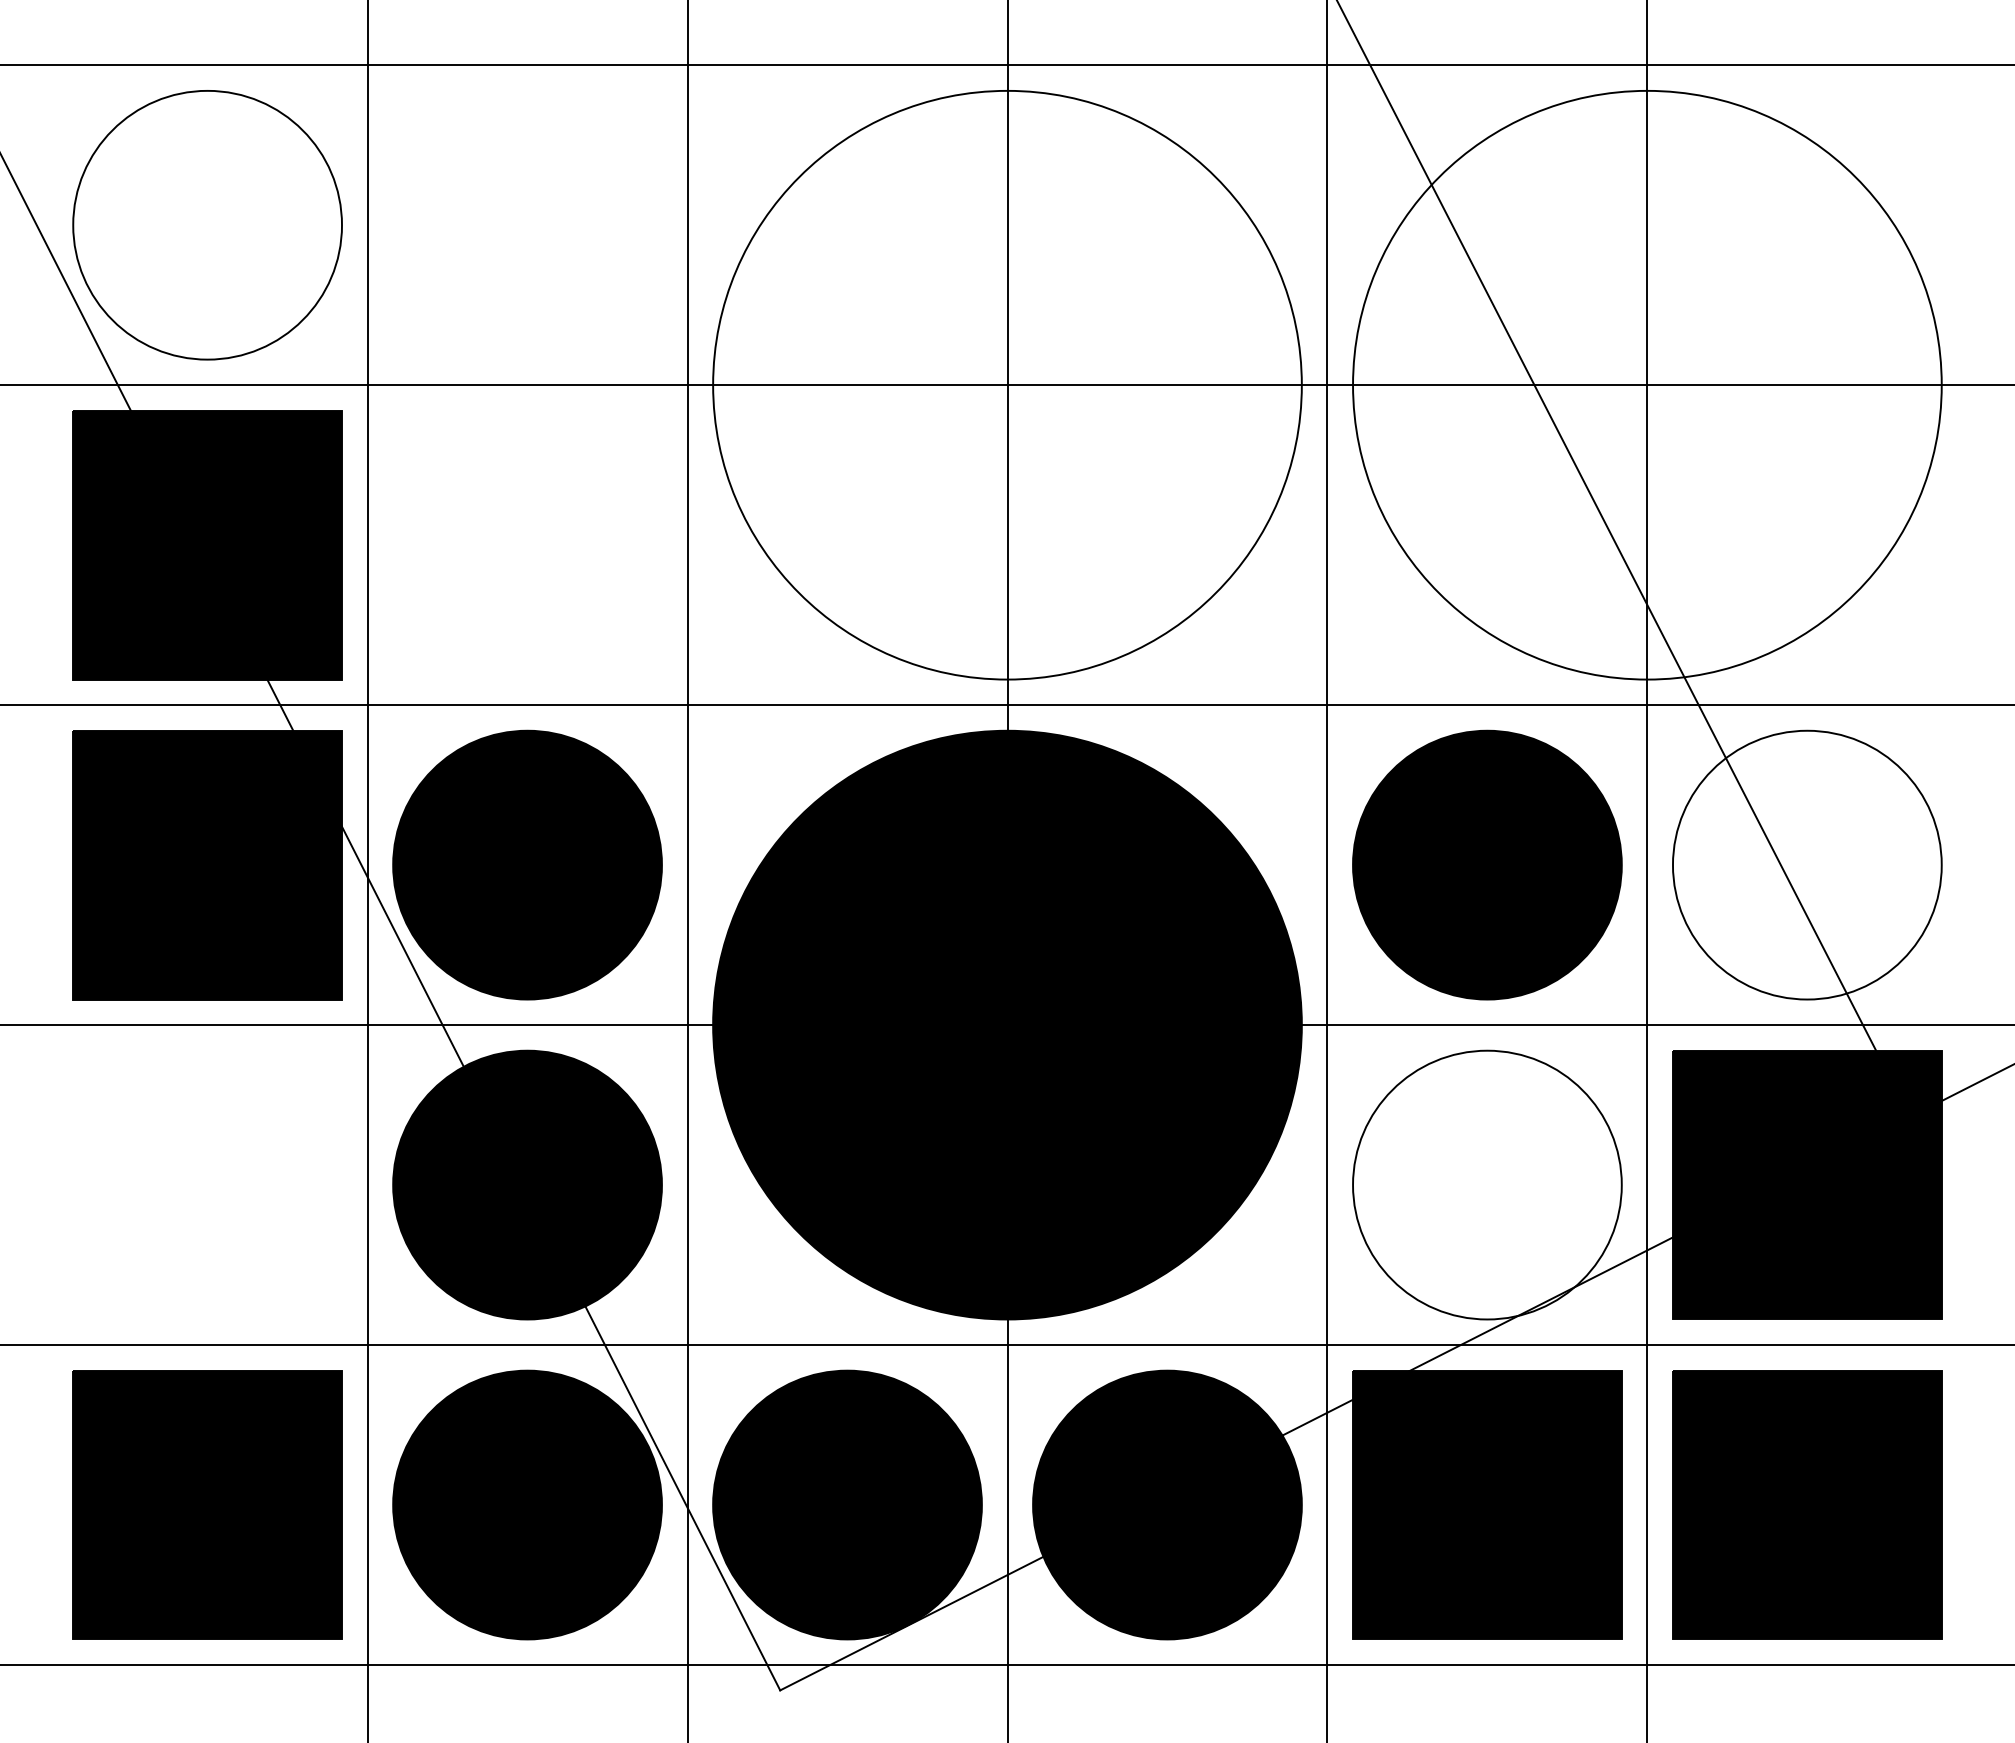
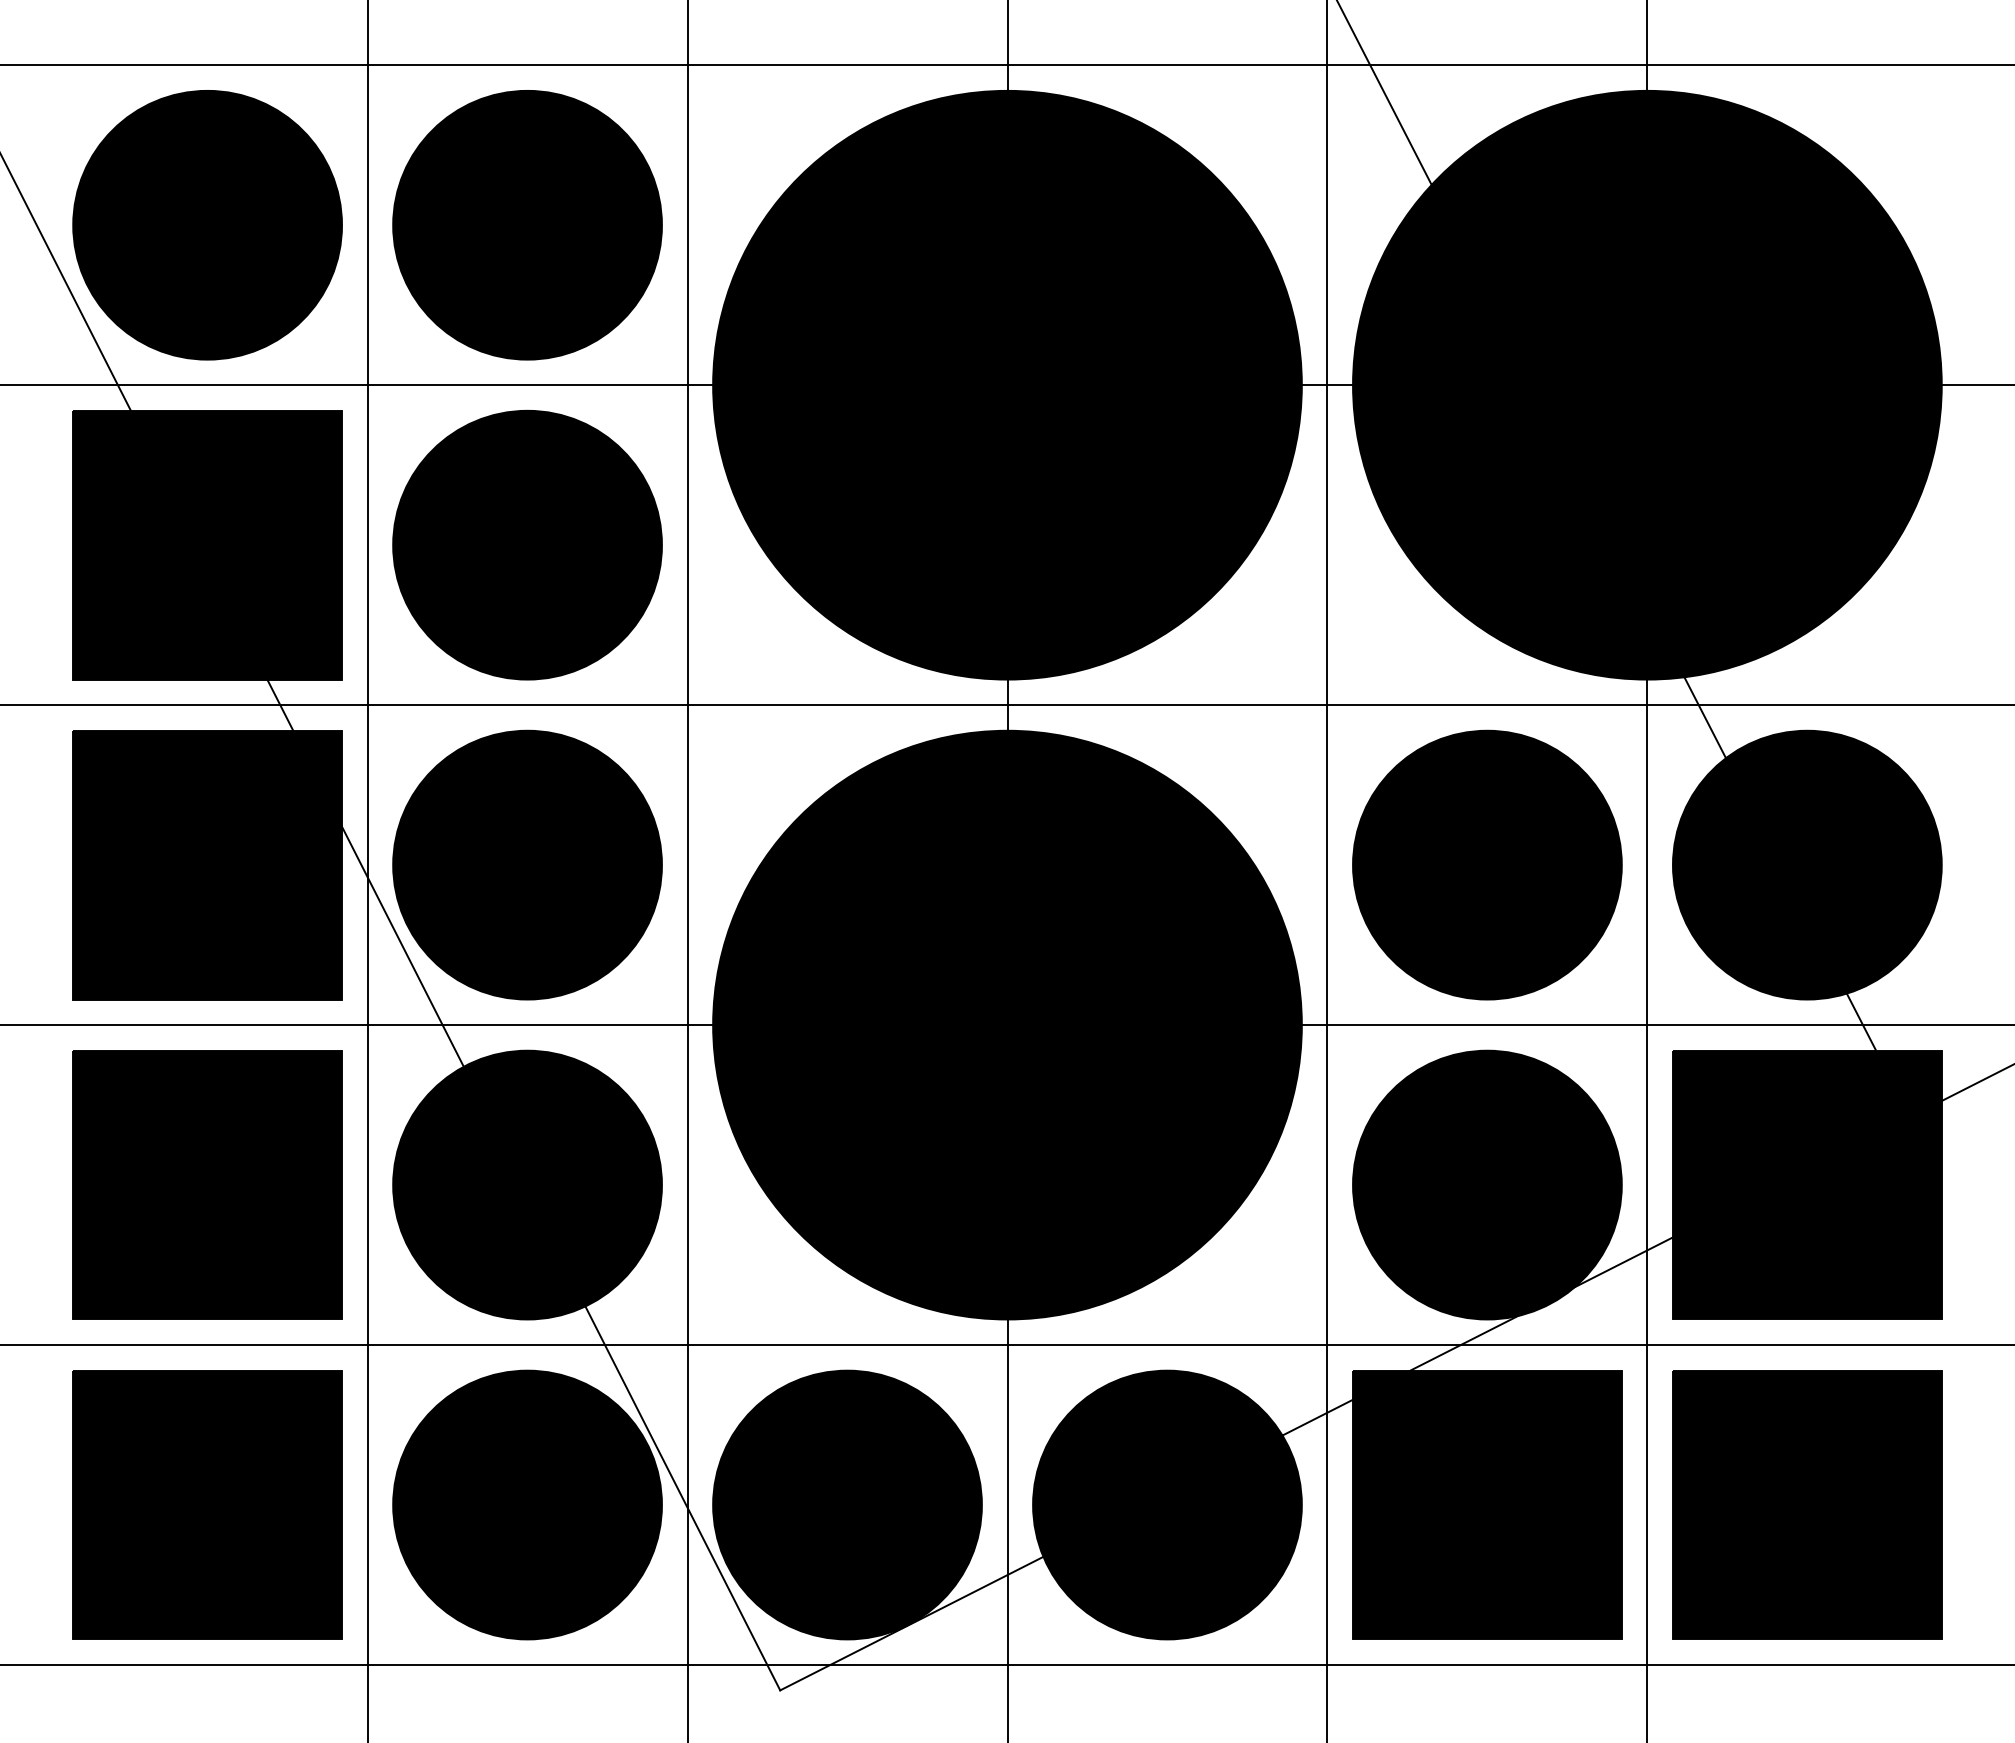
fill at (207, 224): none -> present
part at (527, 225): none -> present
fill at (1007, 384): none -> present
fill at (1647, 384): none -> present
part at (527, 544): none -> present
fill at (1806, 864): none -> present
part at (207, 1184): none -> present
fill at (1487, 1184): none -> present
